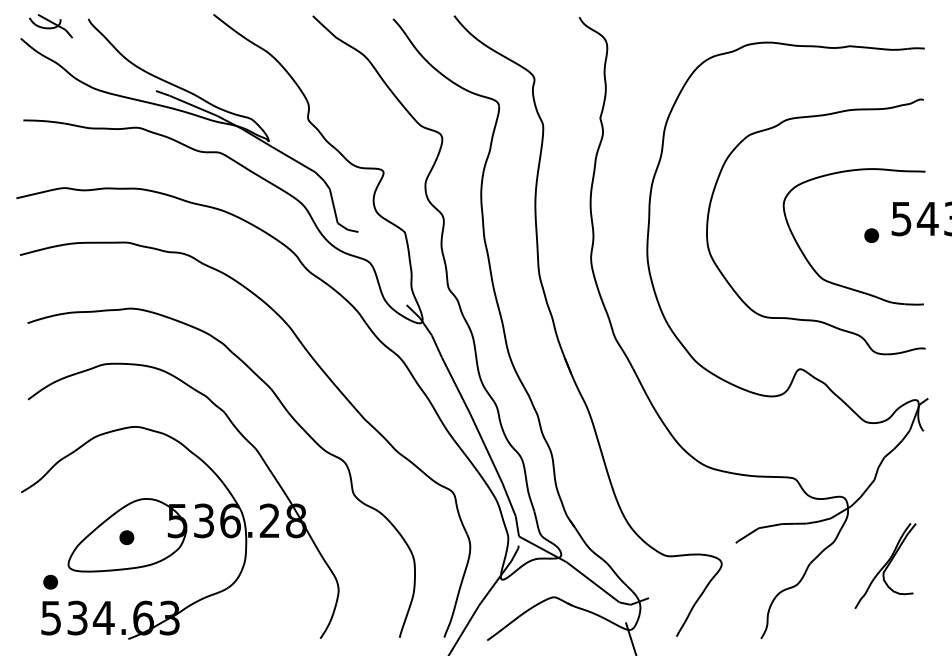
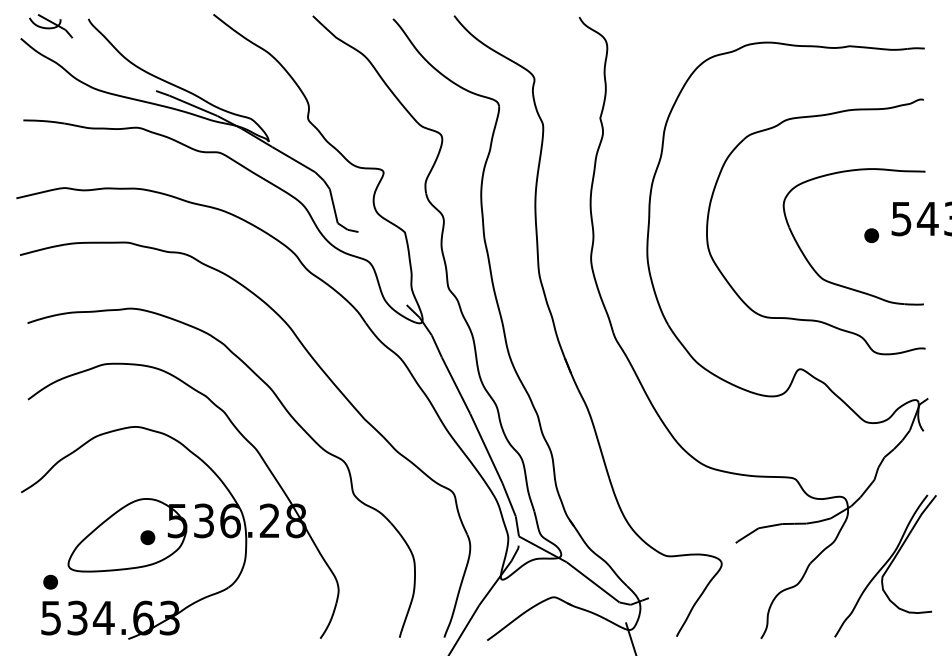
part at (126, 537) position: (126, 537) -> (147, 537)
part at (885, 565) size: 63x86 px -> 103x144 px
